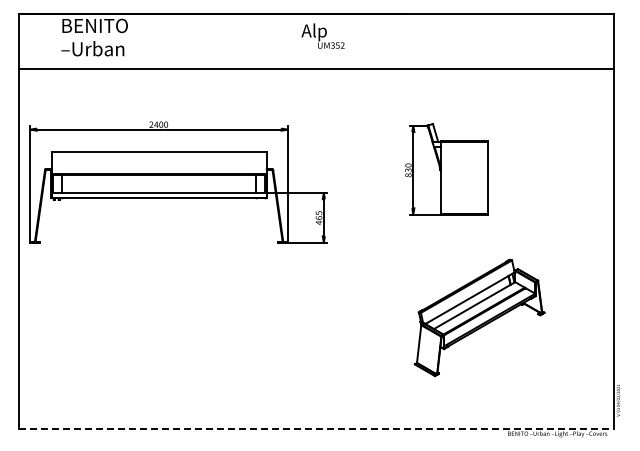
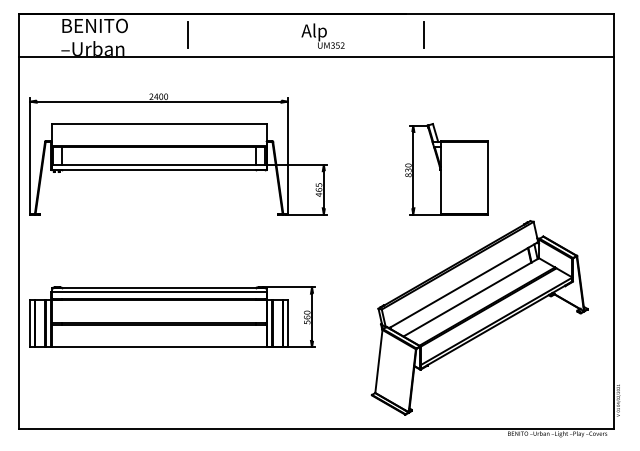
line at (188, 34): none -> present
line at (424, 34): none -> present
line at (316, 68) position: (316, 68) -> (316, 56)
part at (178, 182) position: (178, 182) -> (178, 154)
part at (172, 316): none -> present
part at (479, 317) size: 133x120 px -> 219x196 px
line at (317, 428): dashed -> solid
